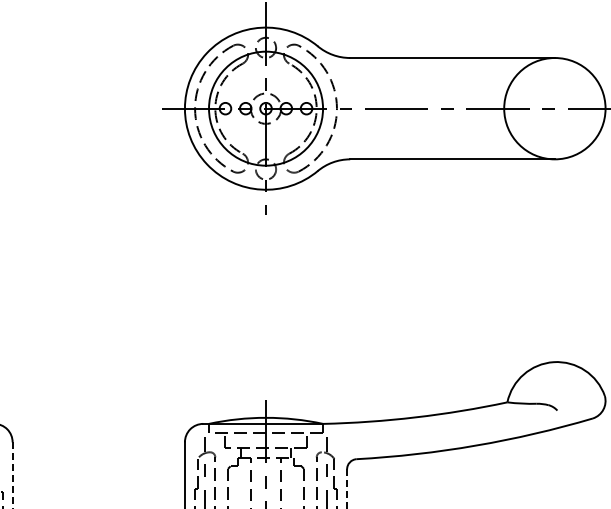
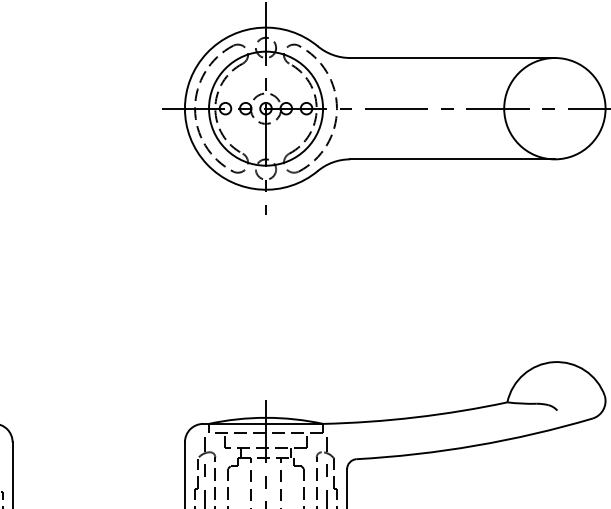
line at (12, 476): dashed -> solid
line at (347, 489): dashed -> solid
